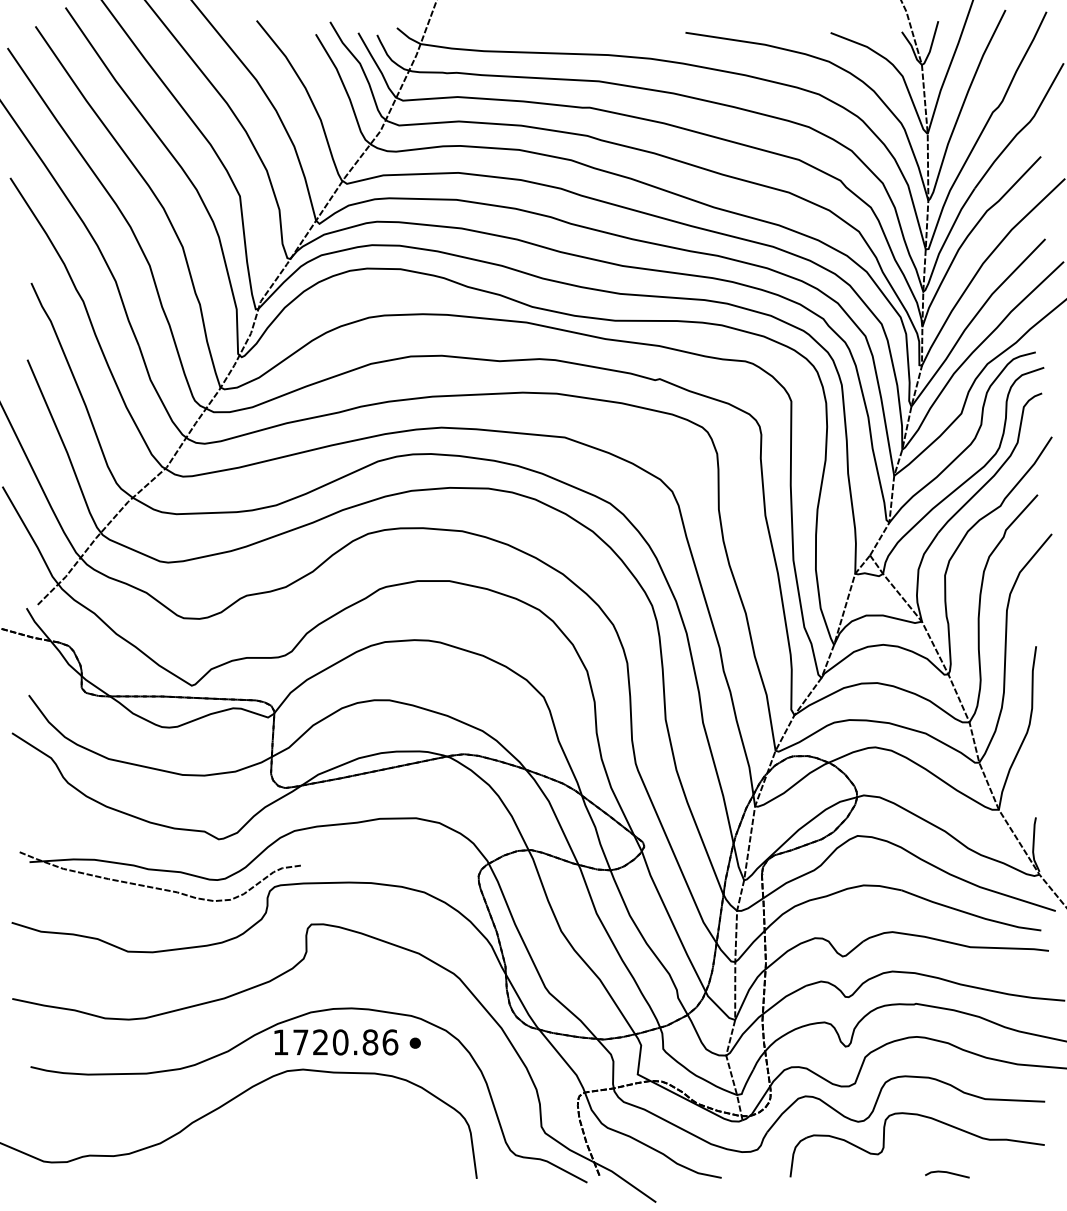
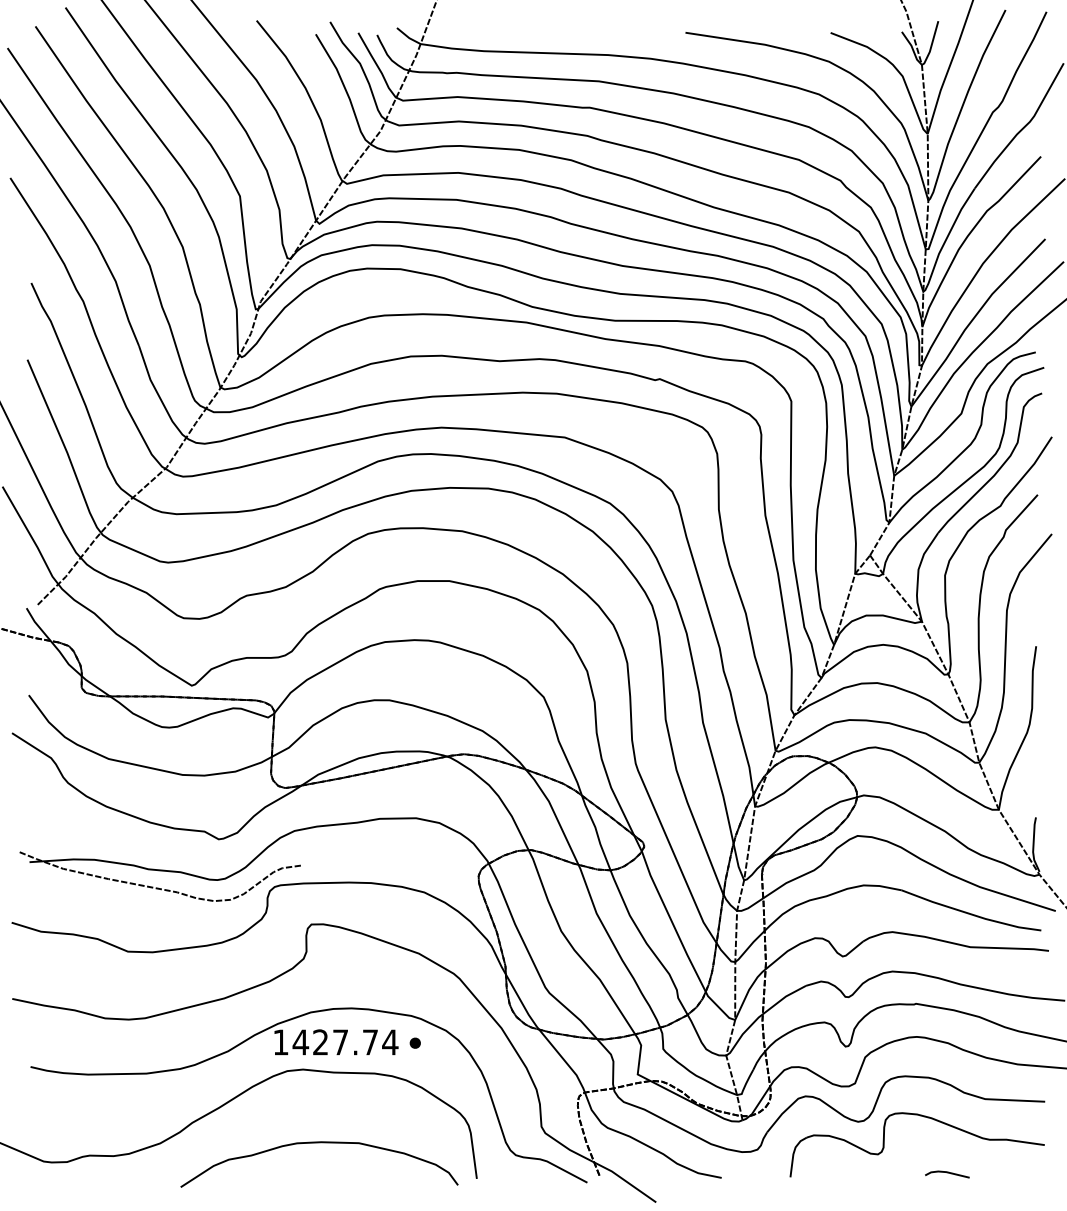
text at (345, 1042): 1720.86 -> 1427.74
curve at (319, 1143): none -> present
